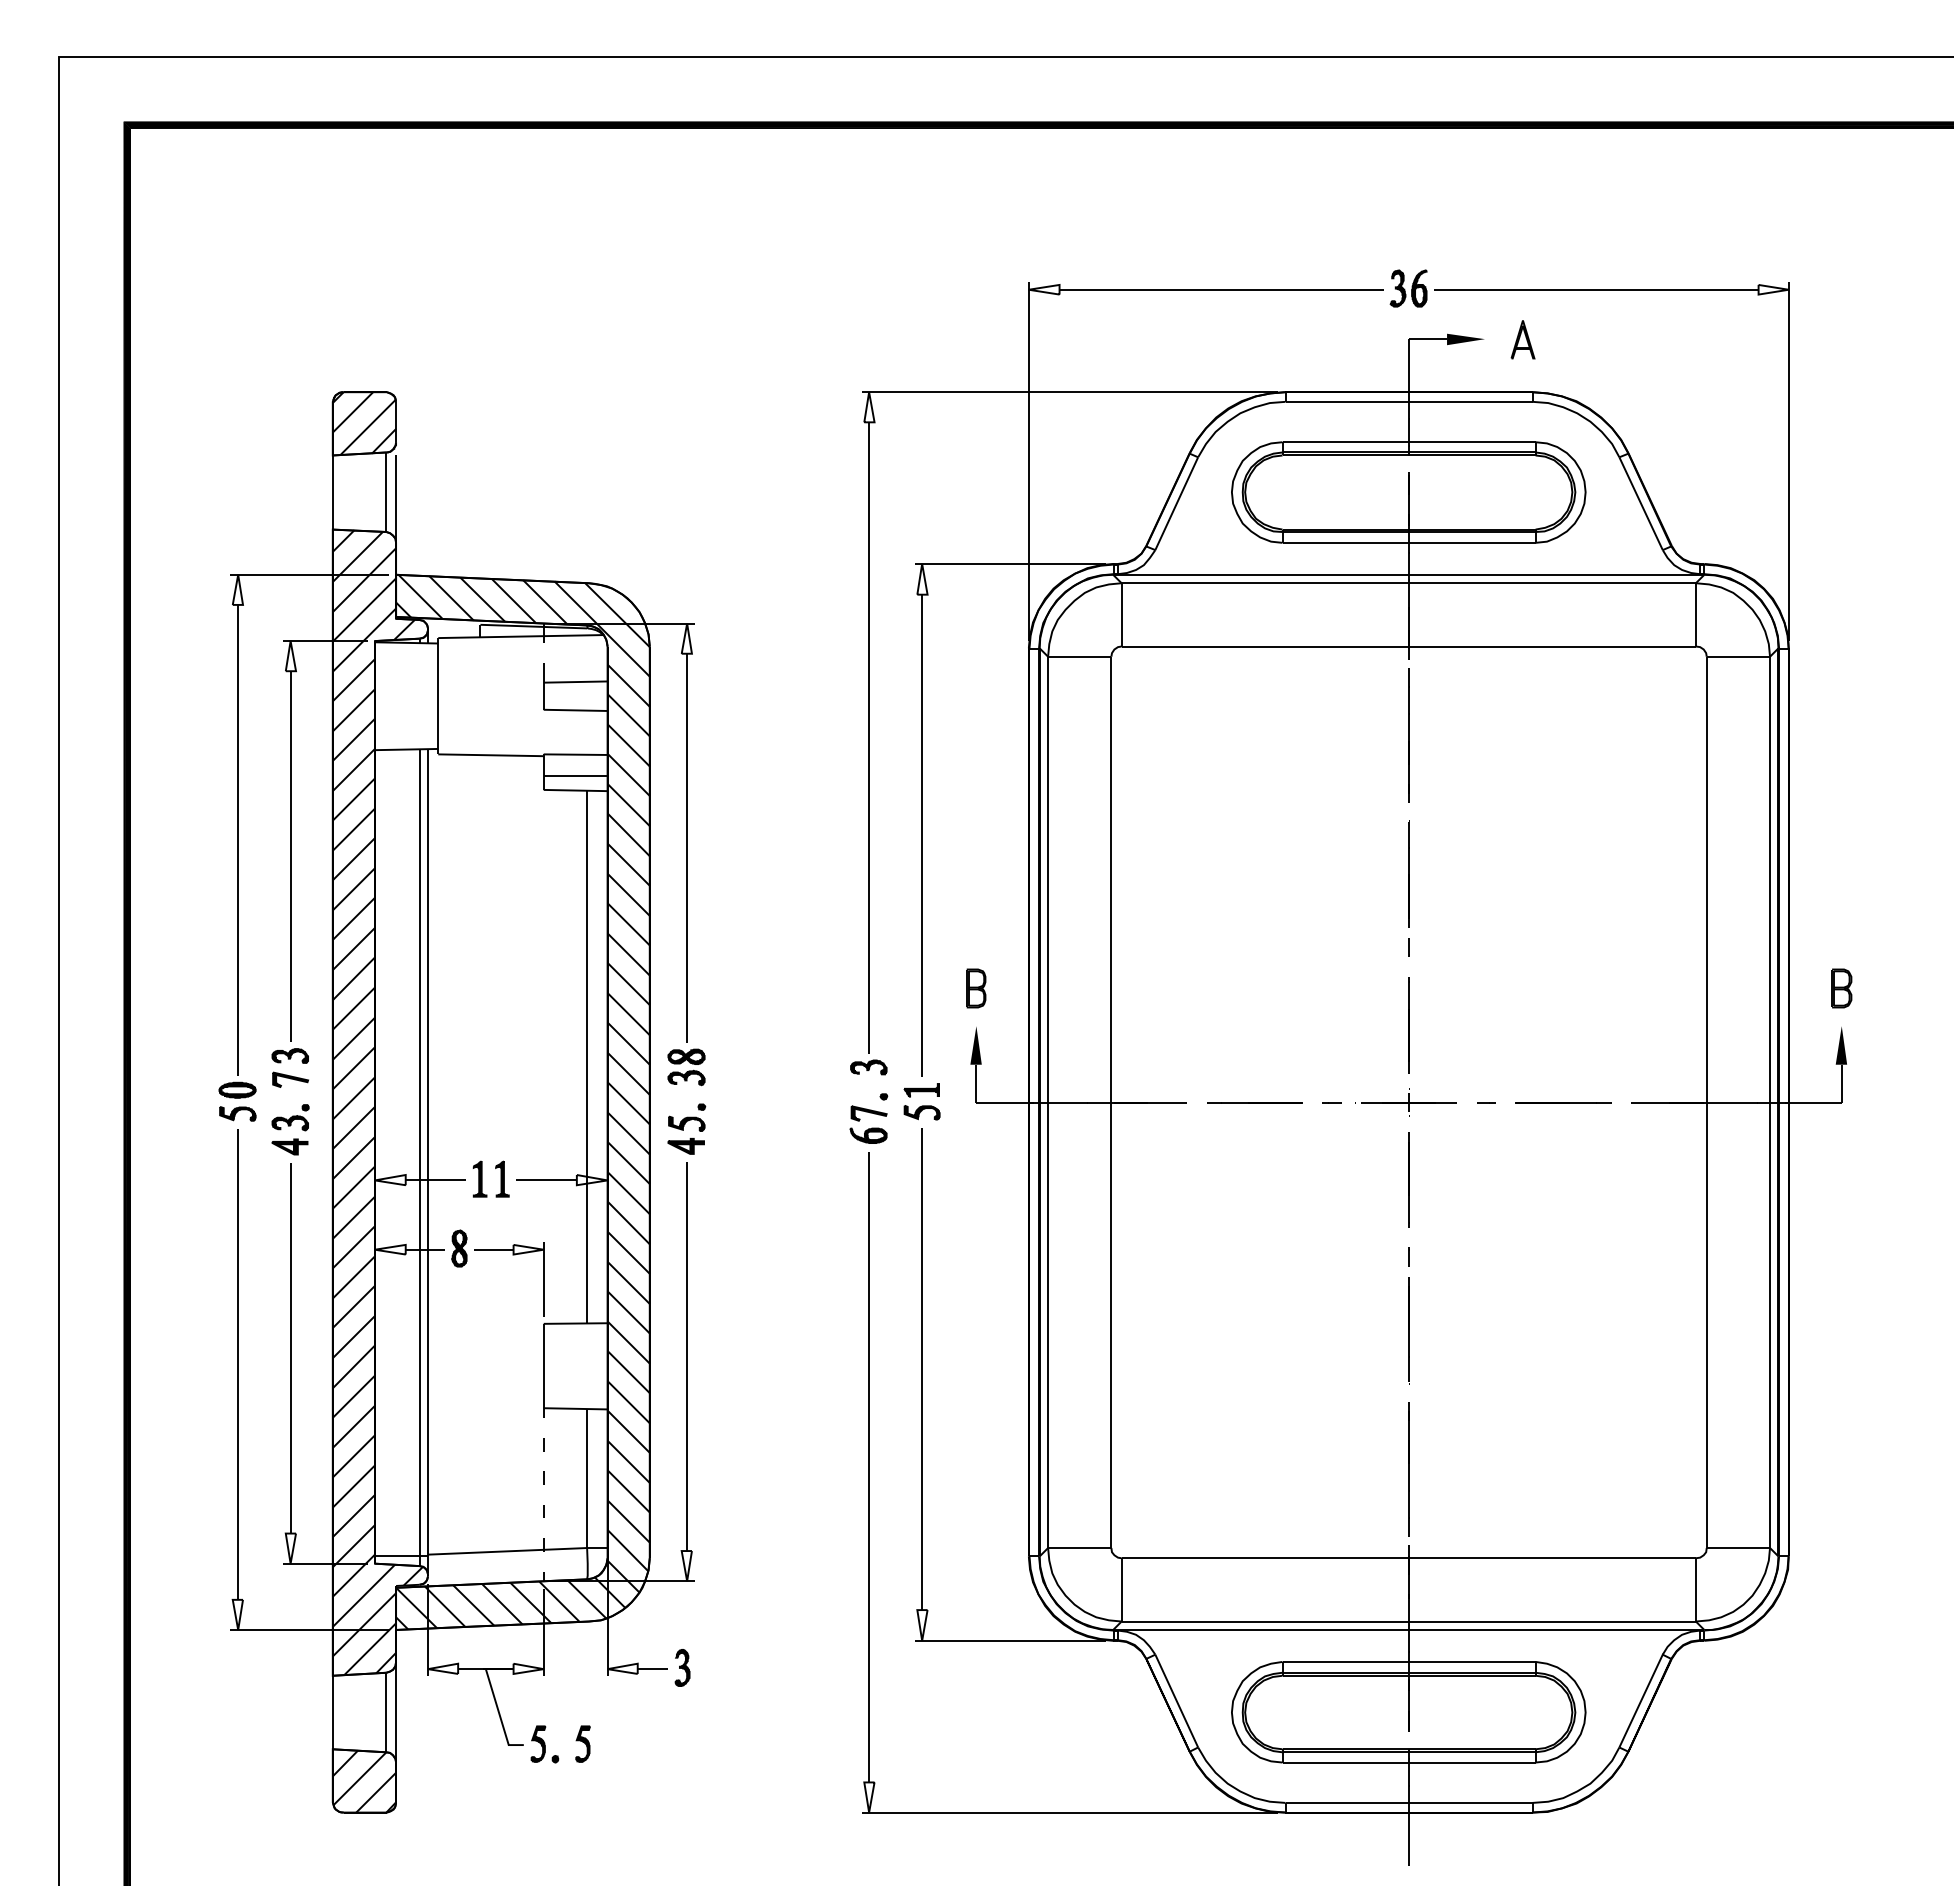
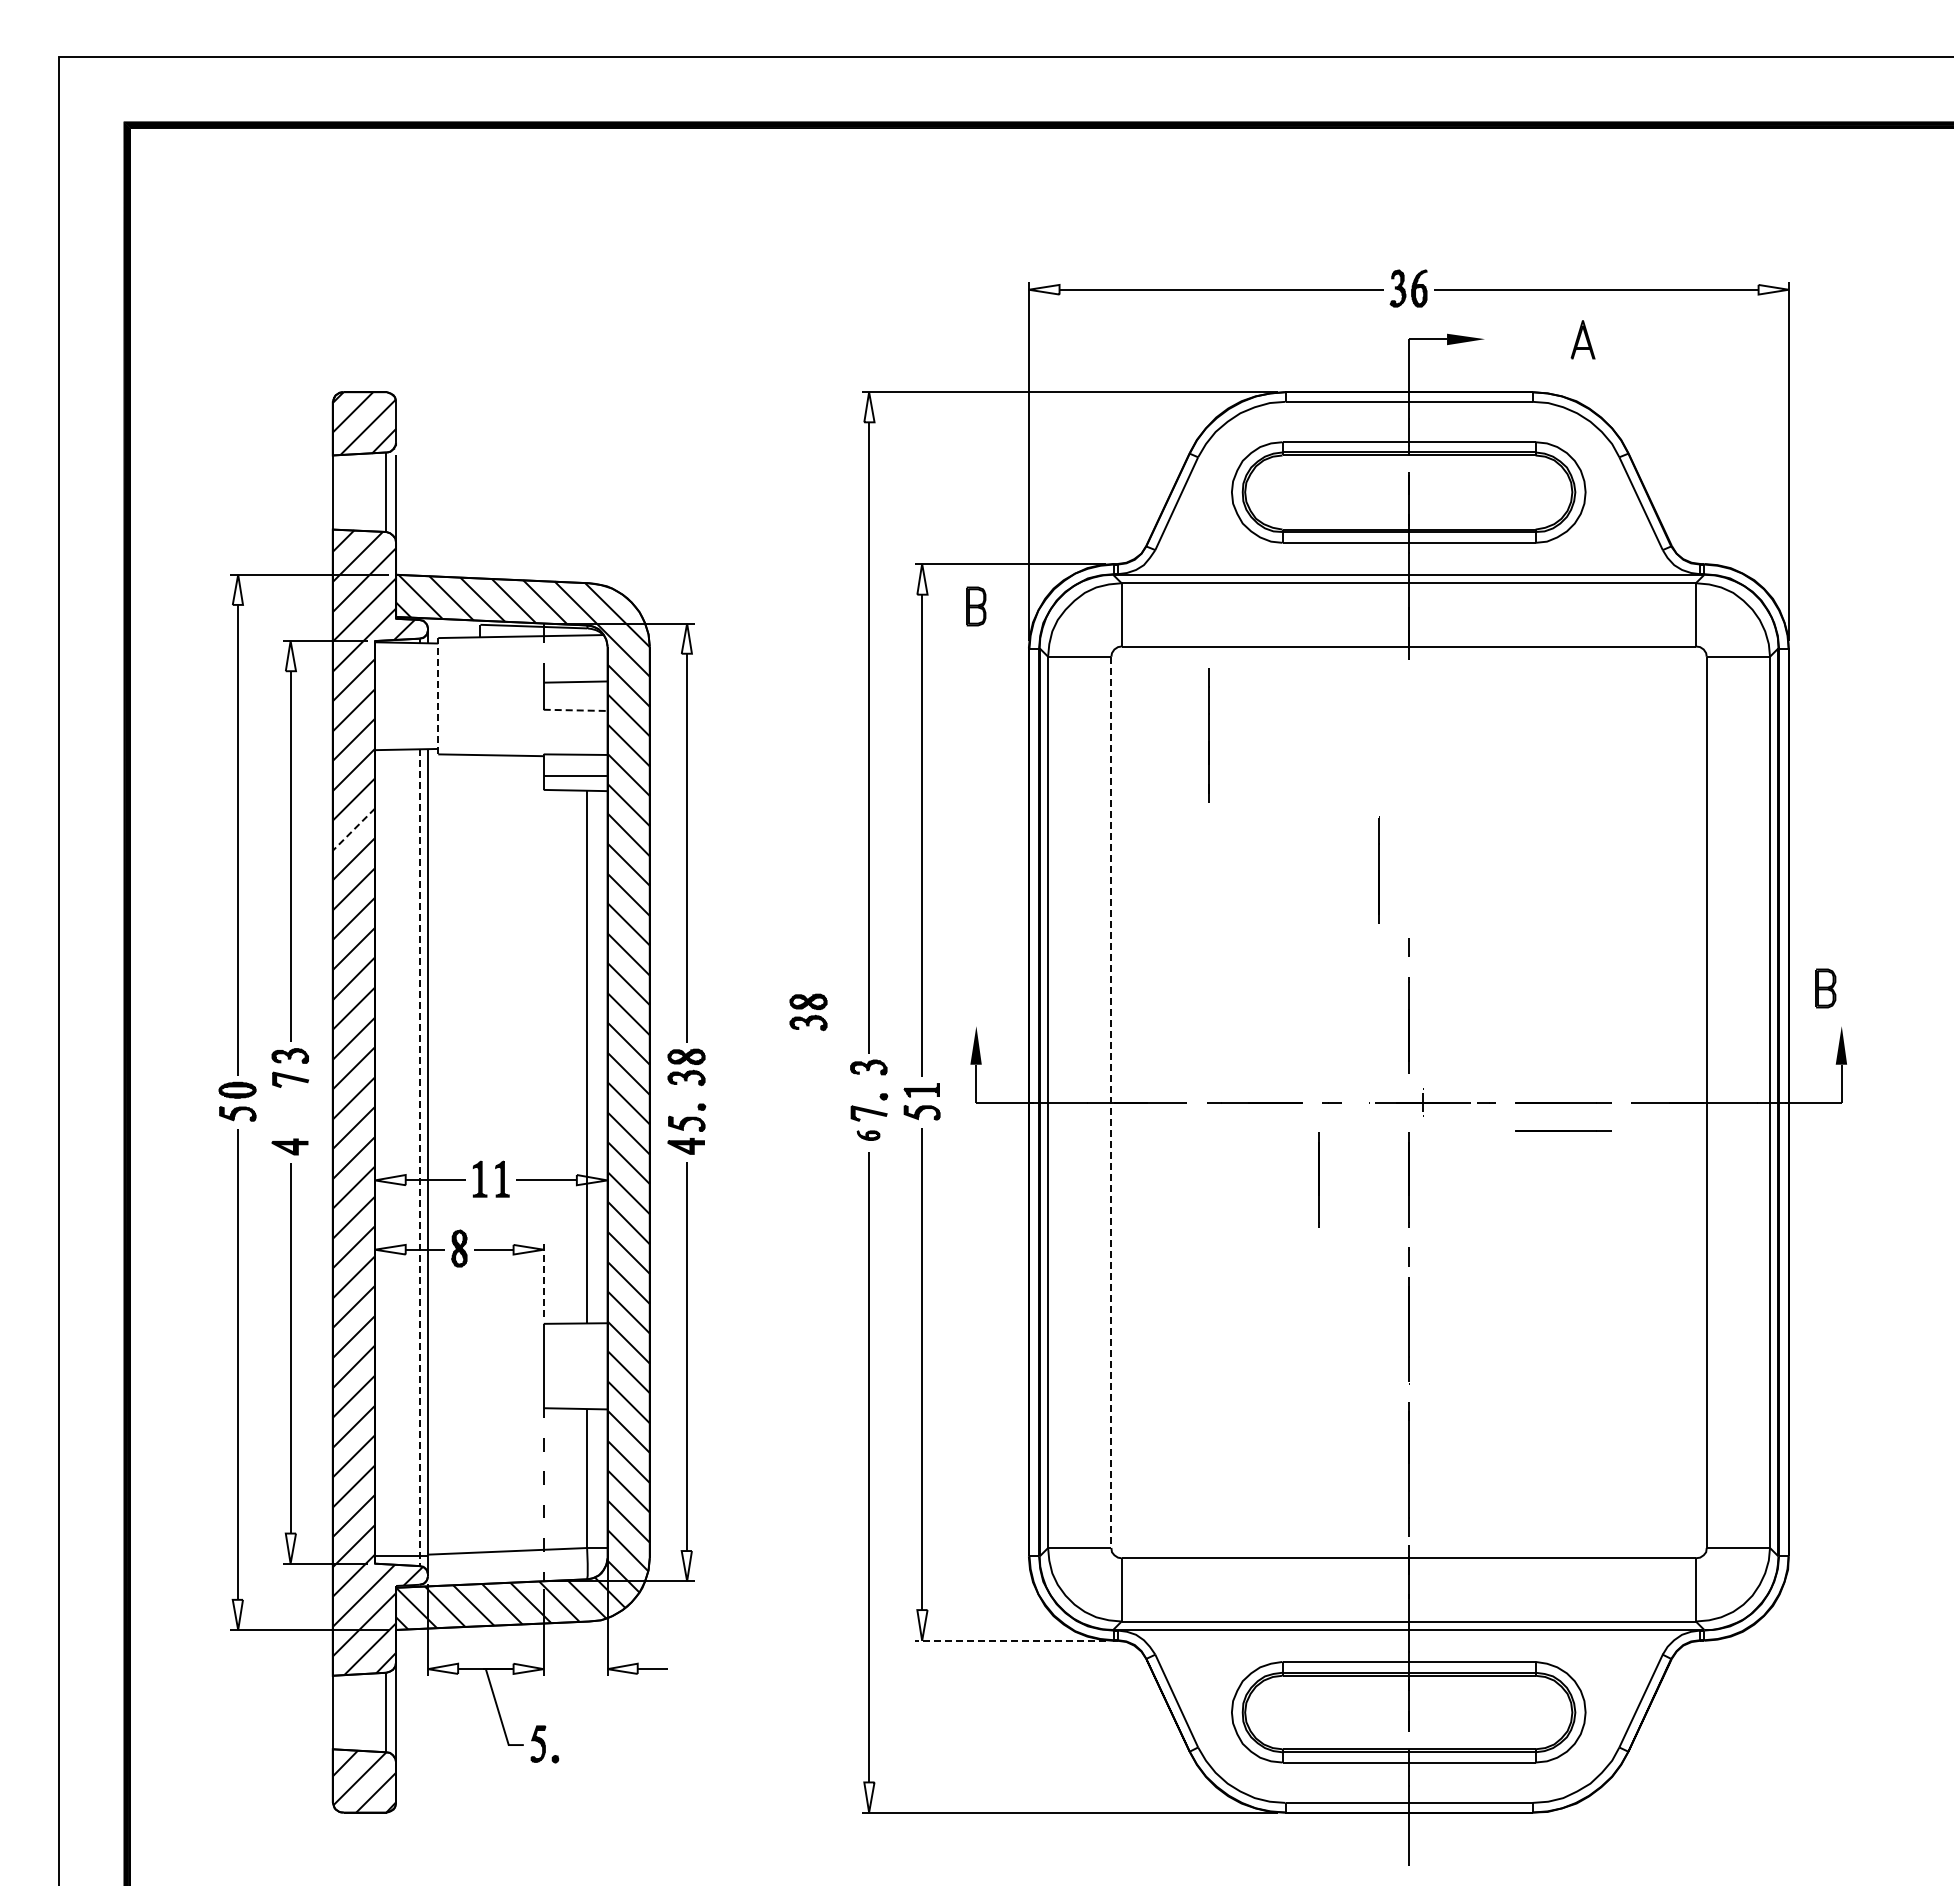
part at (1522, 339) position: (1522, 339) -> (1582, 339)
line at (438, 695): solid -> dashed
line at (575, 710): solid -> dashed
line at (1408, 735) position: (1408, 735) -> (1208, 735)
line at (353, 829): solid -> dashed
line at (1408, 873) position: (1408, 873) -> (1378, 869)
part at (976, 988) position: (976, 988) -> (976, 606)
part at (1841, 988) position: (1841, 988) -> (1825, 988)
part at (808, 1012): none -> present
line at (1111, 1102): solid -> dashed
part at (1405, 1102) position: (1405, 1102) -> (1419, 1102)
part at (290, 1117): present -> none
line at (1563, 1130): none -> present
part at (868, 1135) size: 39x17 px -> 25x11 px
line at (419, 1157): solid -> dashed
line at (1318, 1179): none -> present
line at (543, 1278): solid -> dashed
line at (1010, 1640): solid -> dashed
part at (682, 1667): present -> none
part at (582, 1743): present -> none
